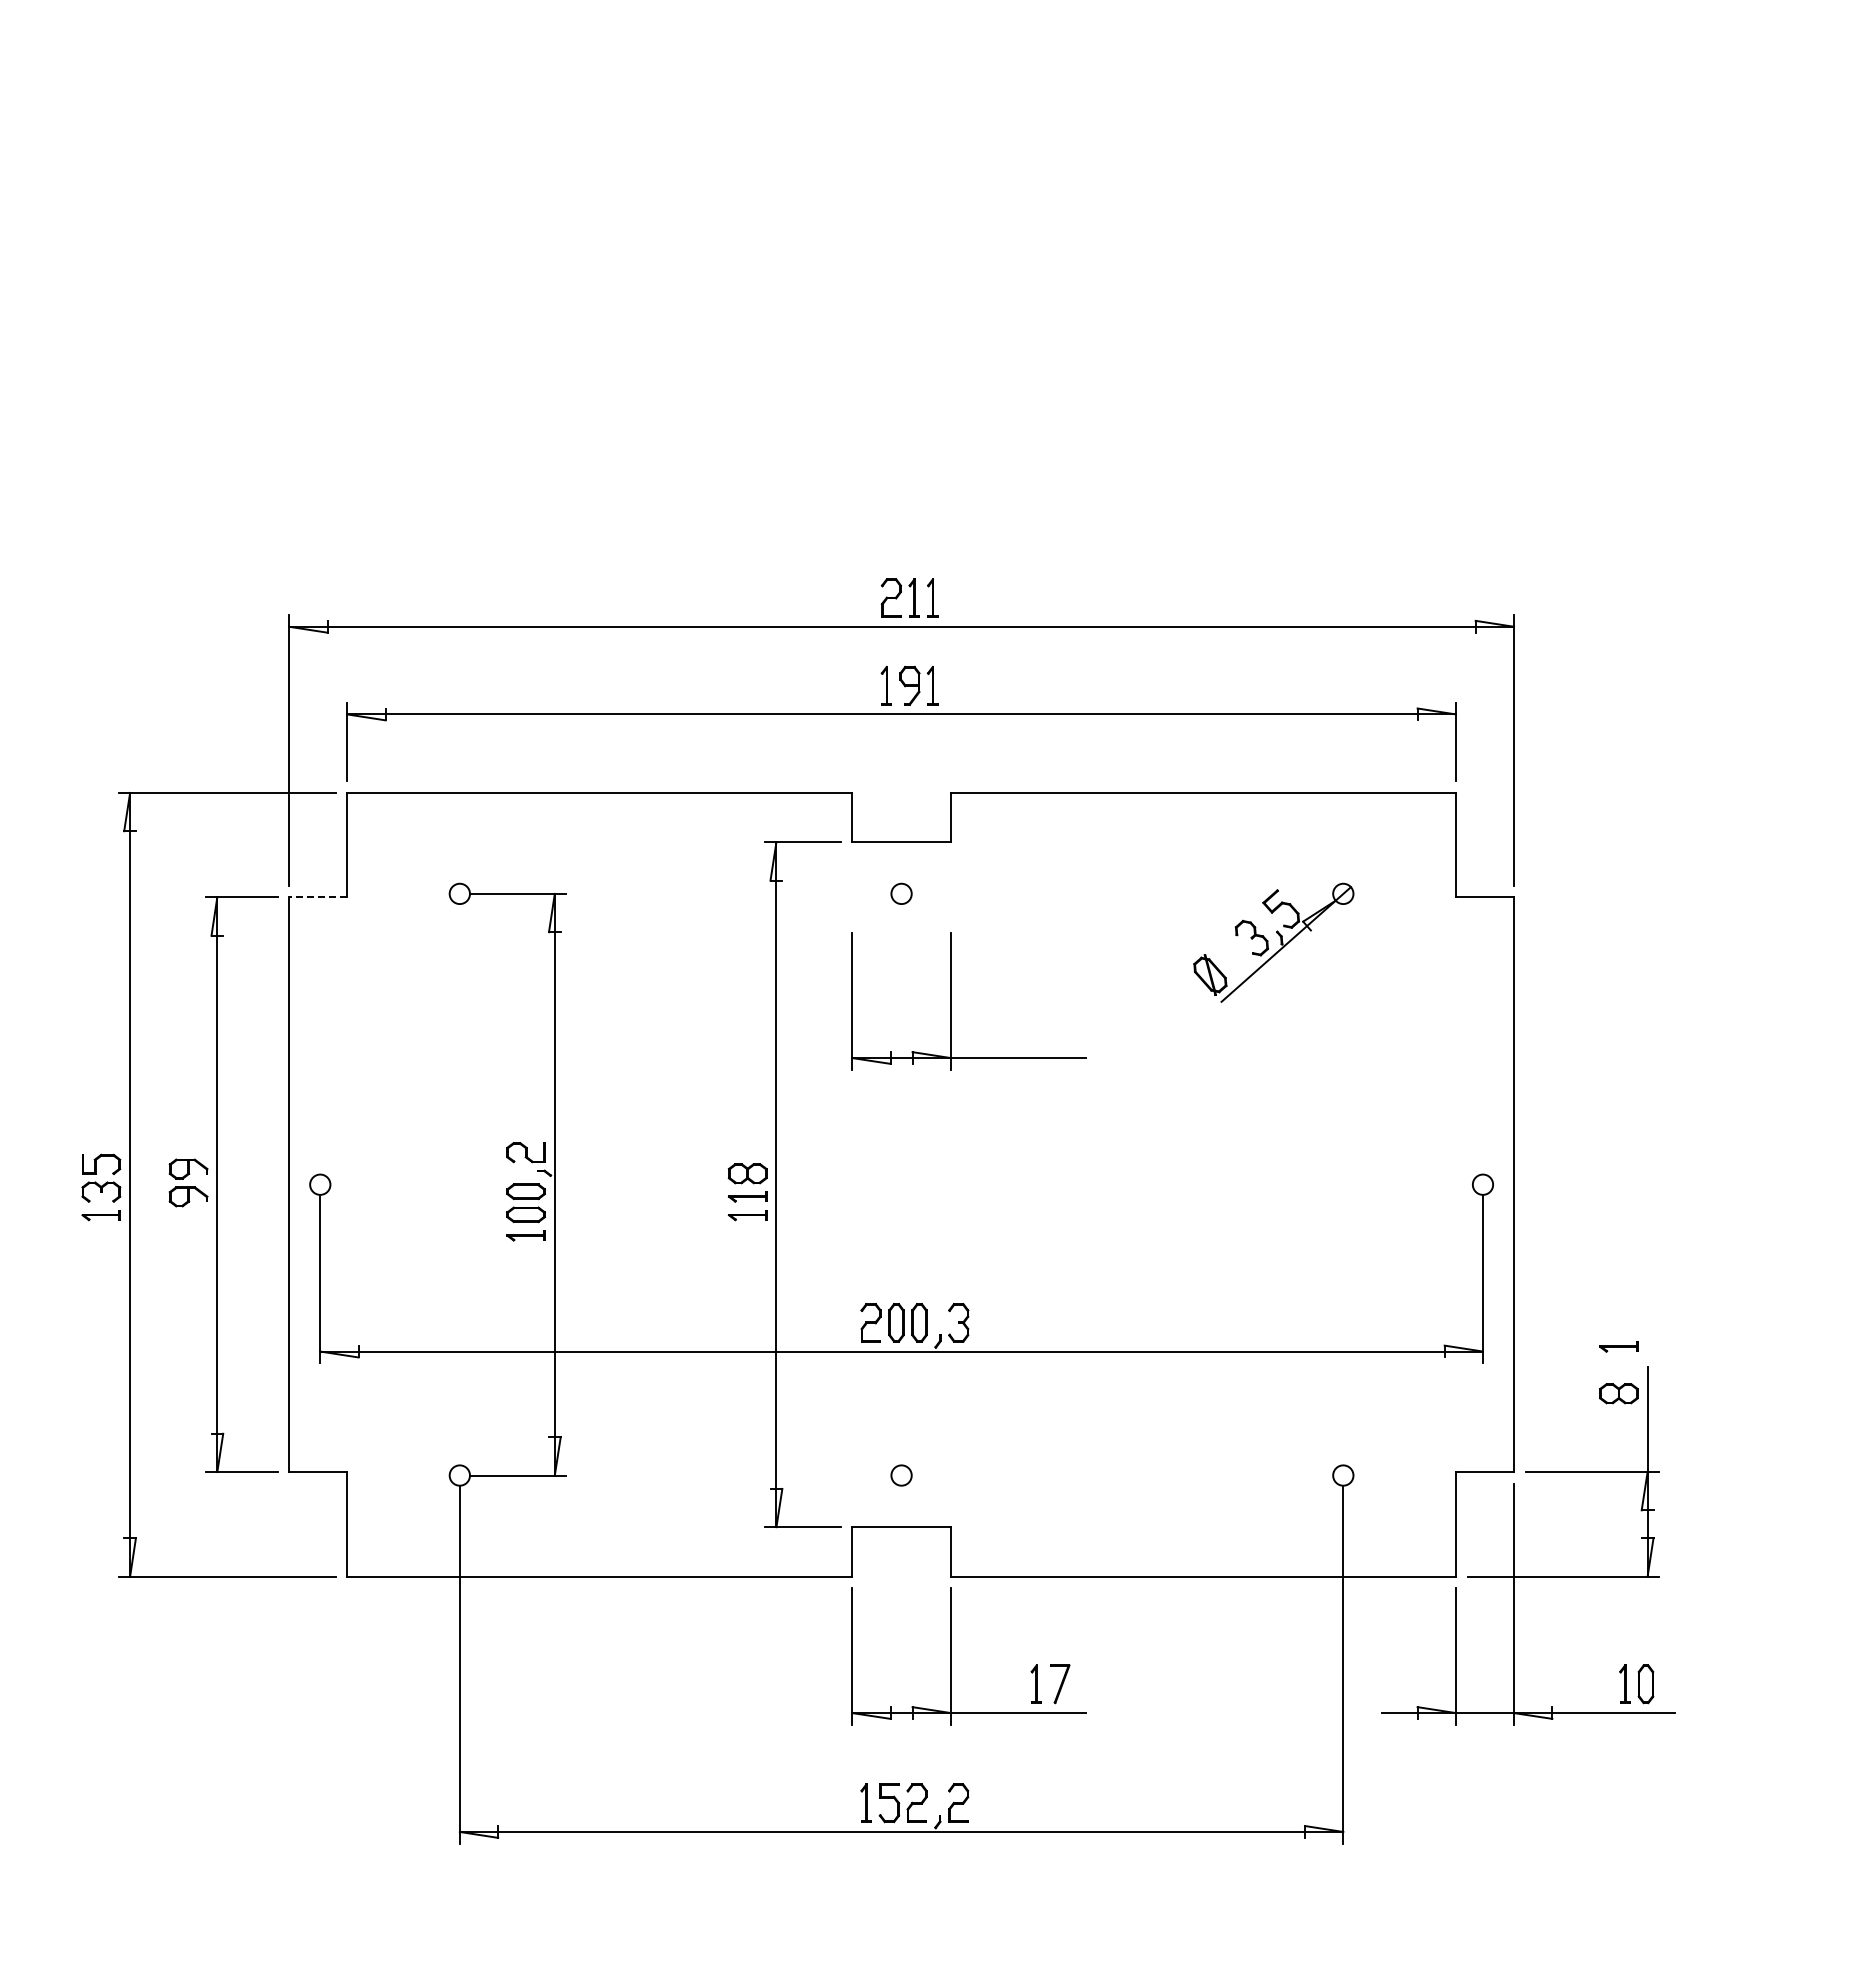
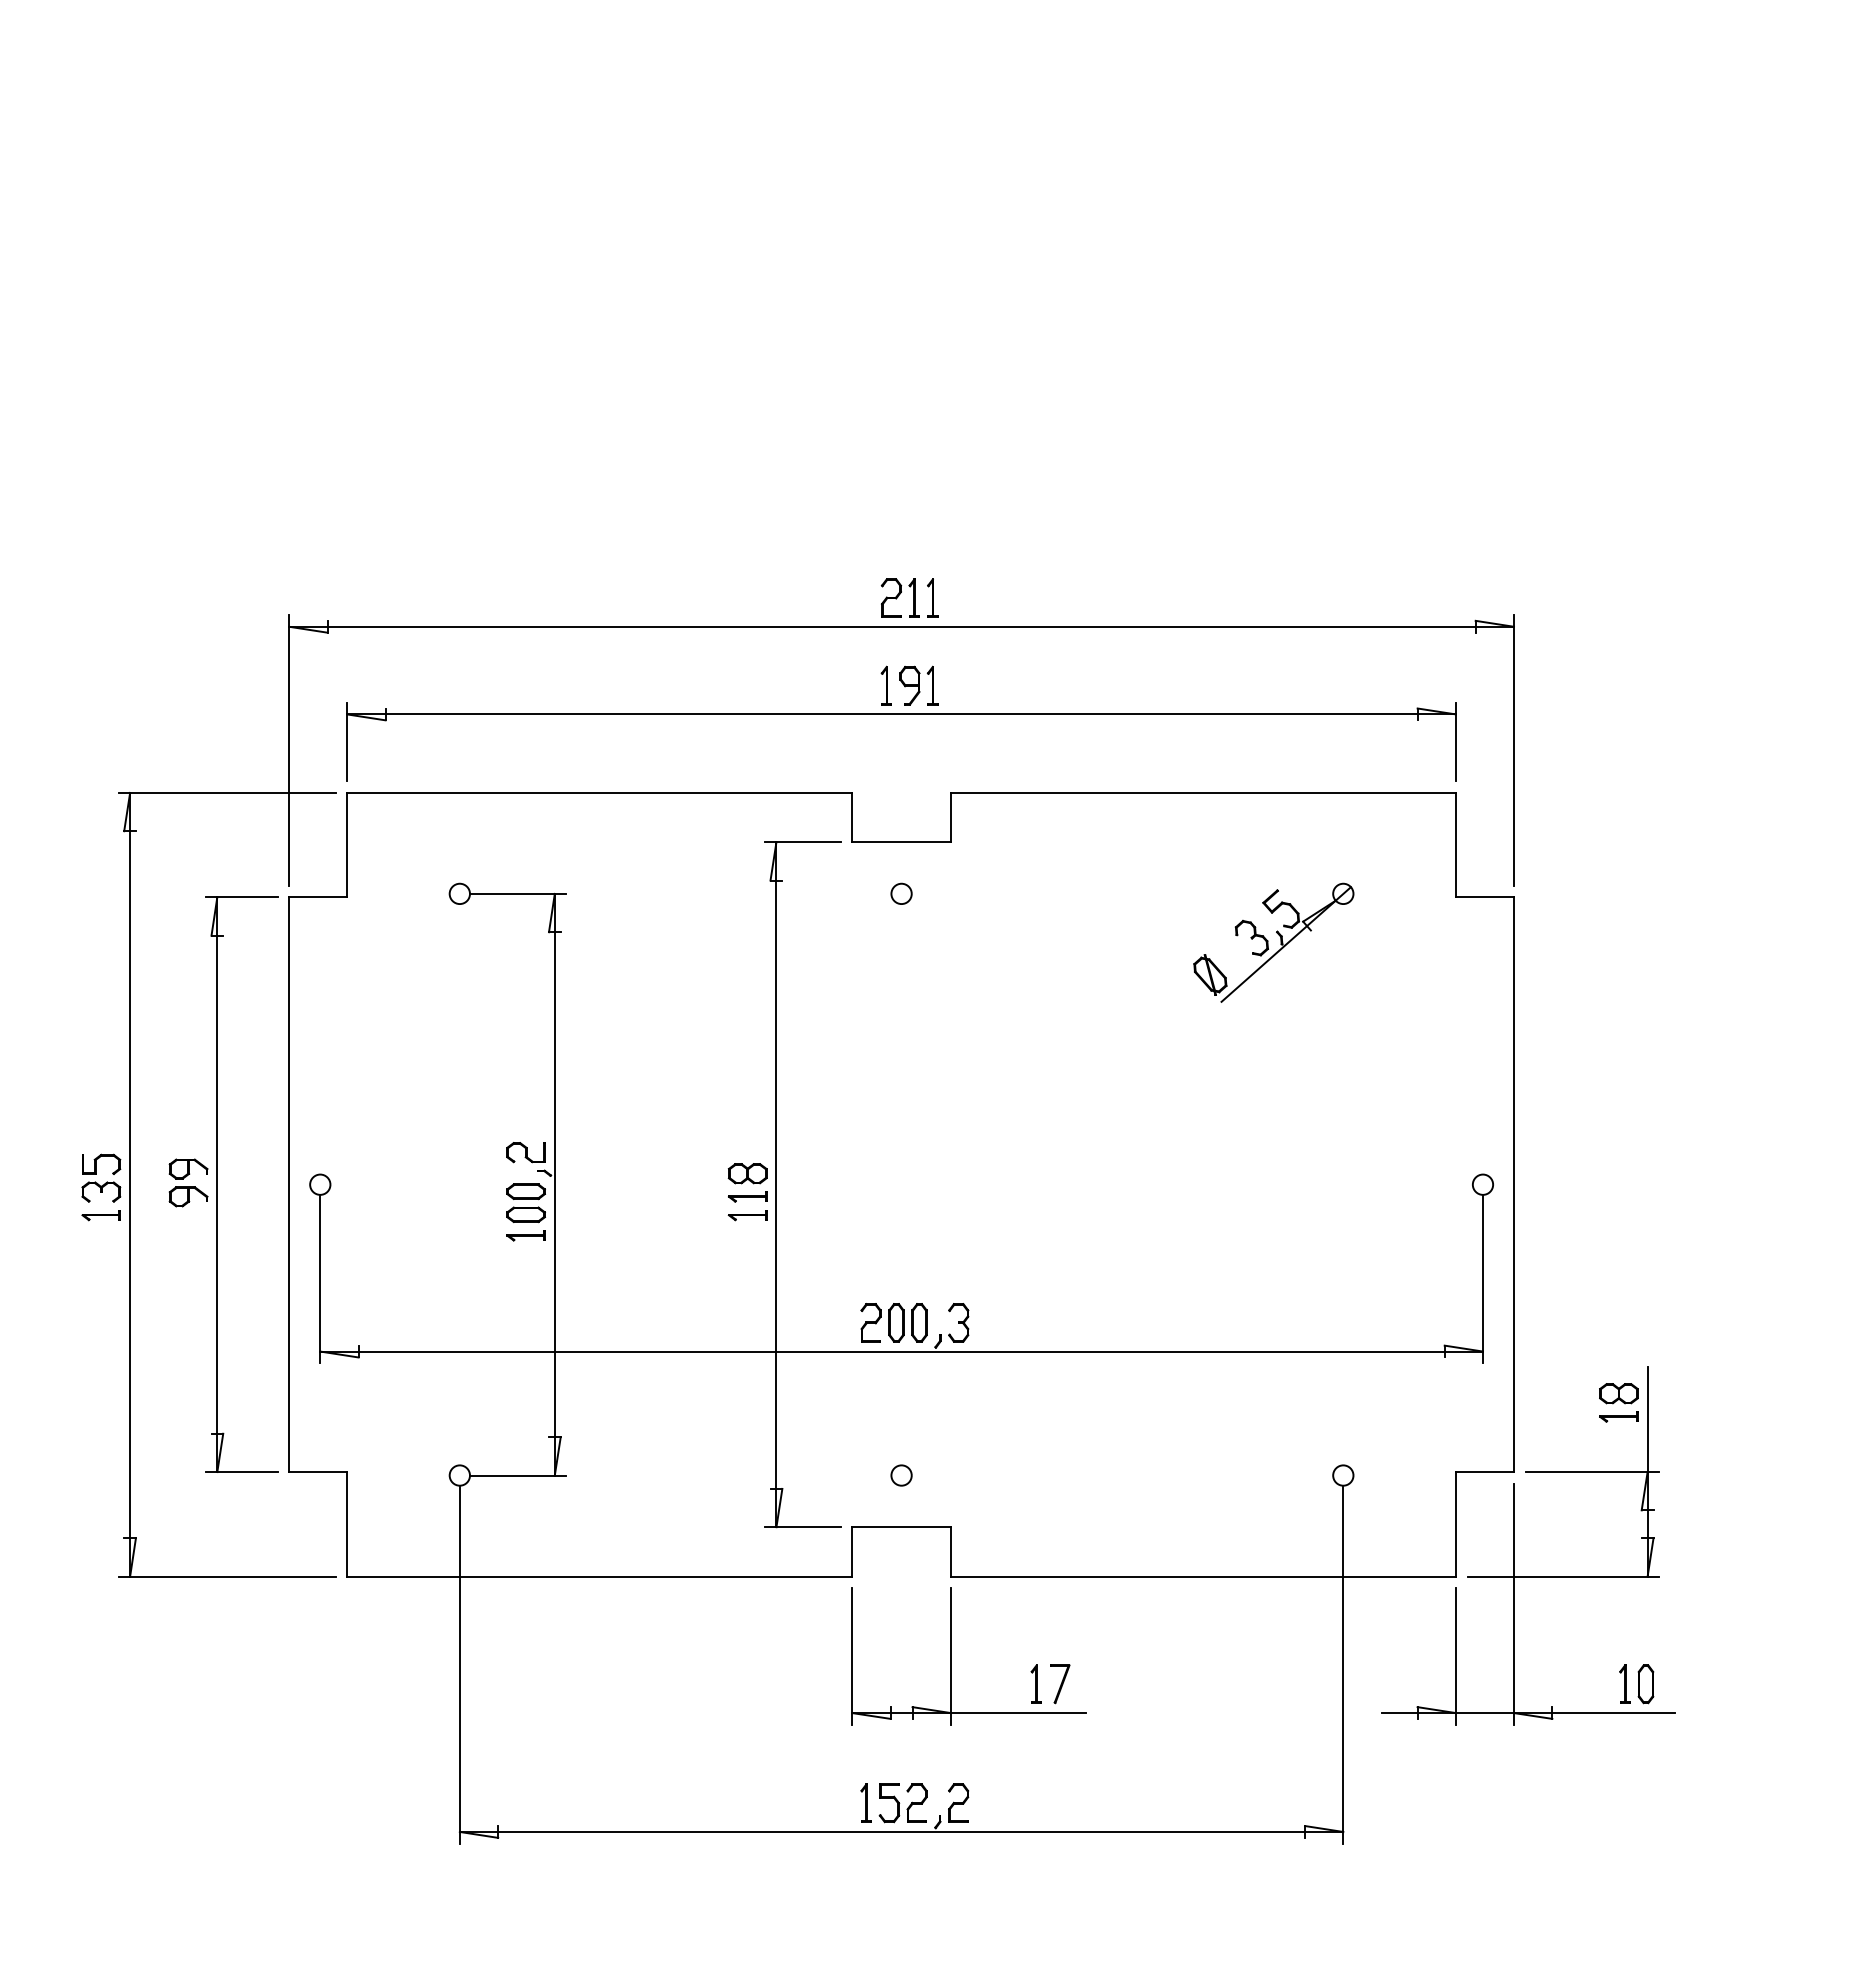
line at (317, 897): dashed -> solid
part at (951, 1001): present -> none
part at (1618, 1346) position: (1618, 1346) -> (1618, 1416)
